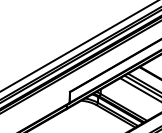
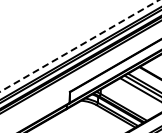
line at (79, 46): solid -> dashed
